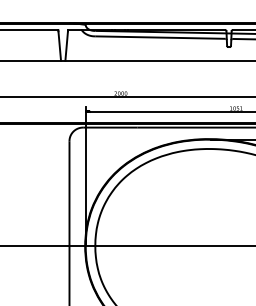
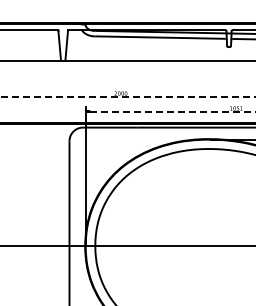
line at (127, 96): solid -> dashed
line at (170, 111): solid -> dashed
